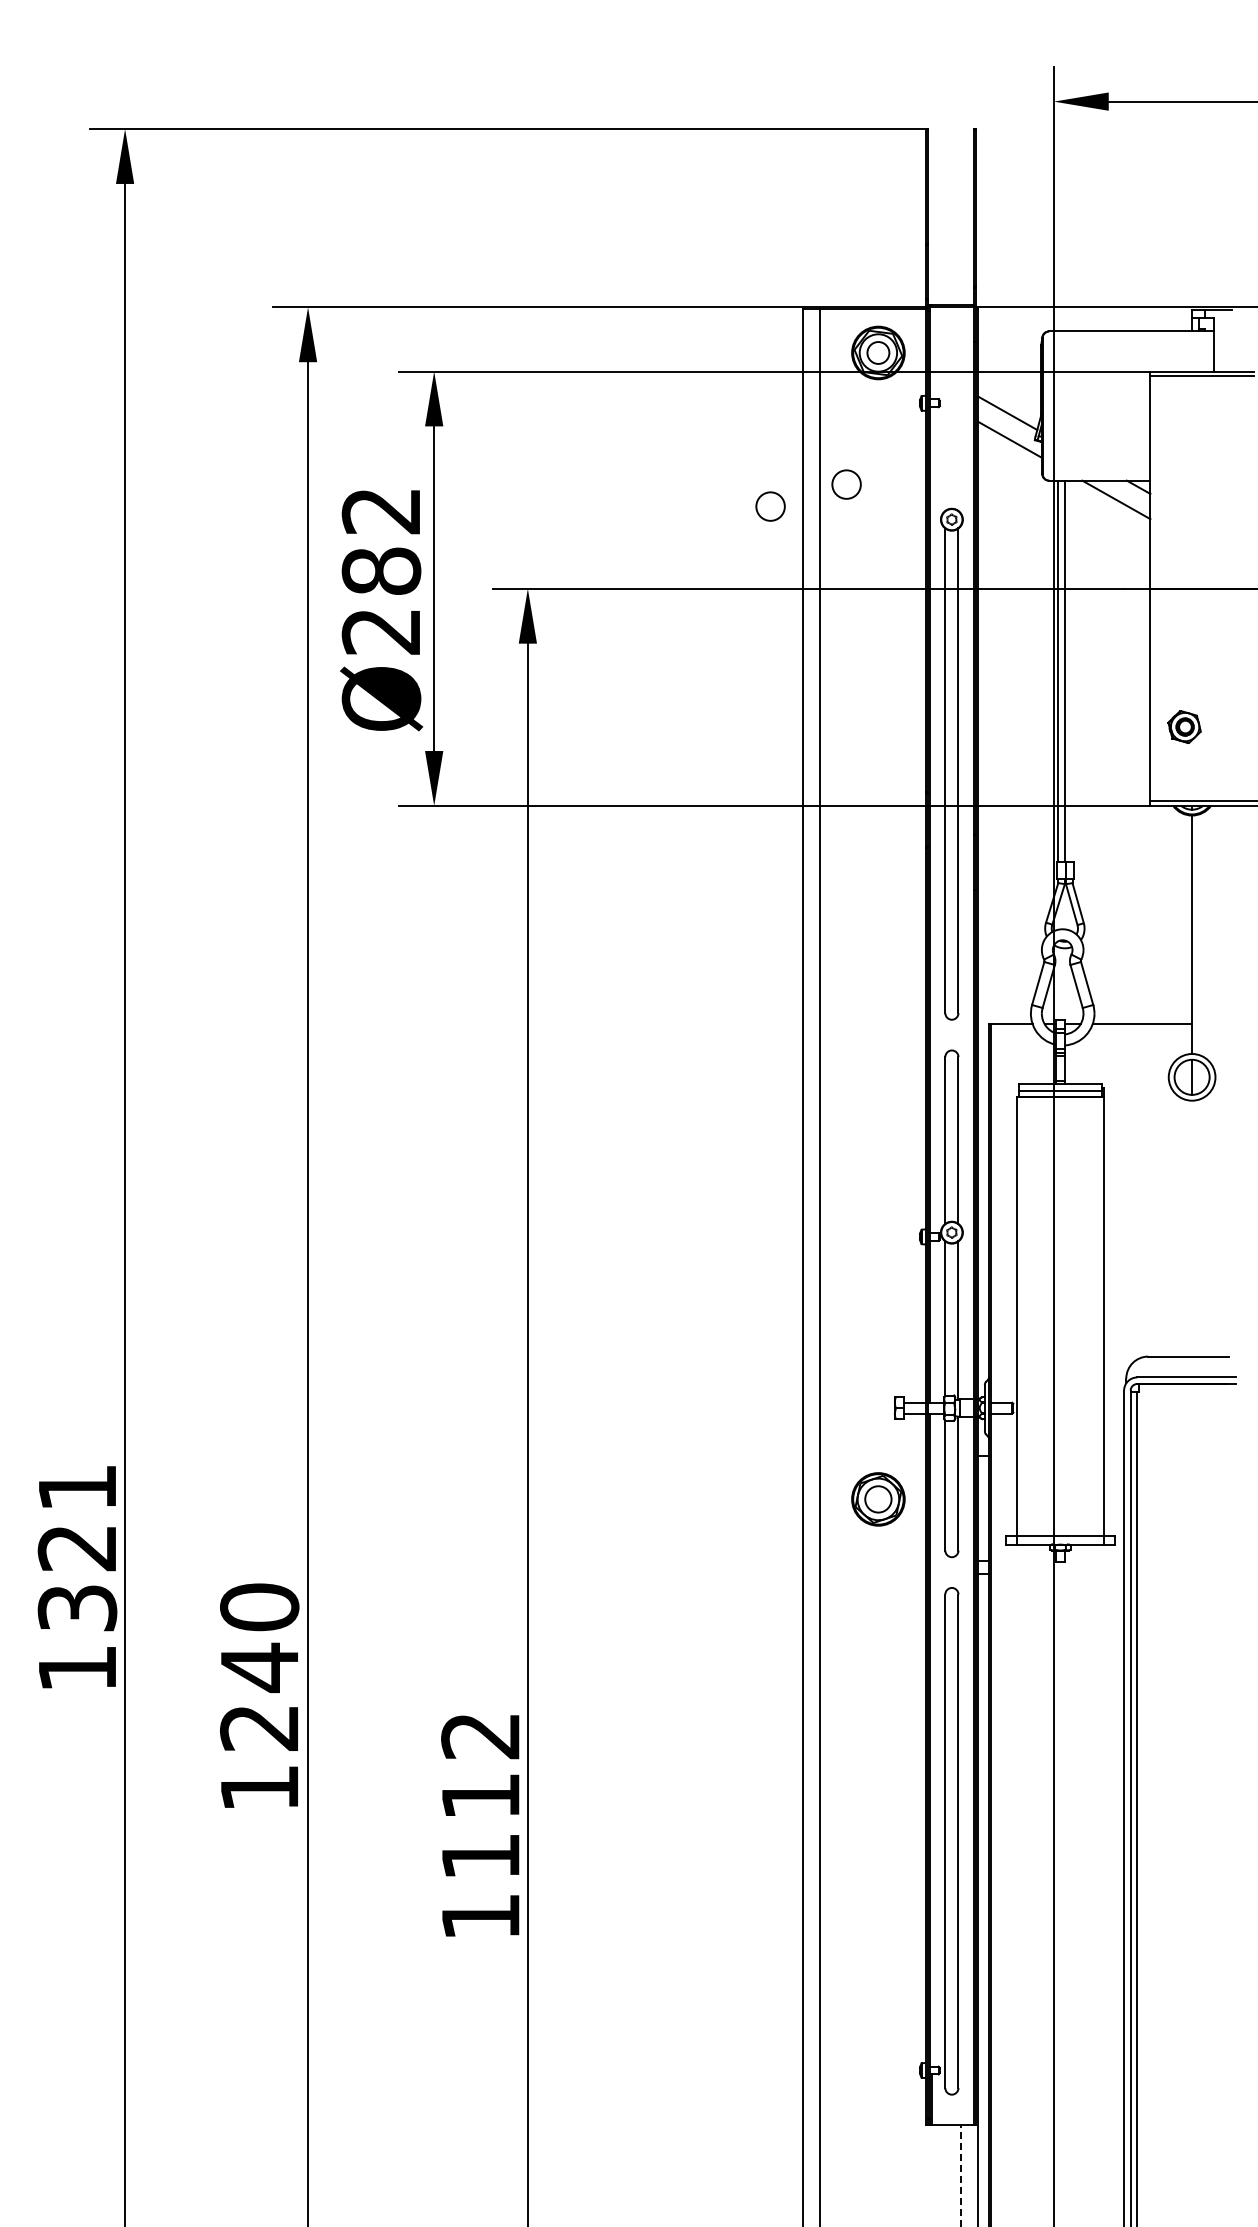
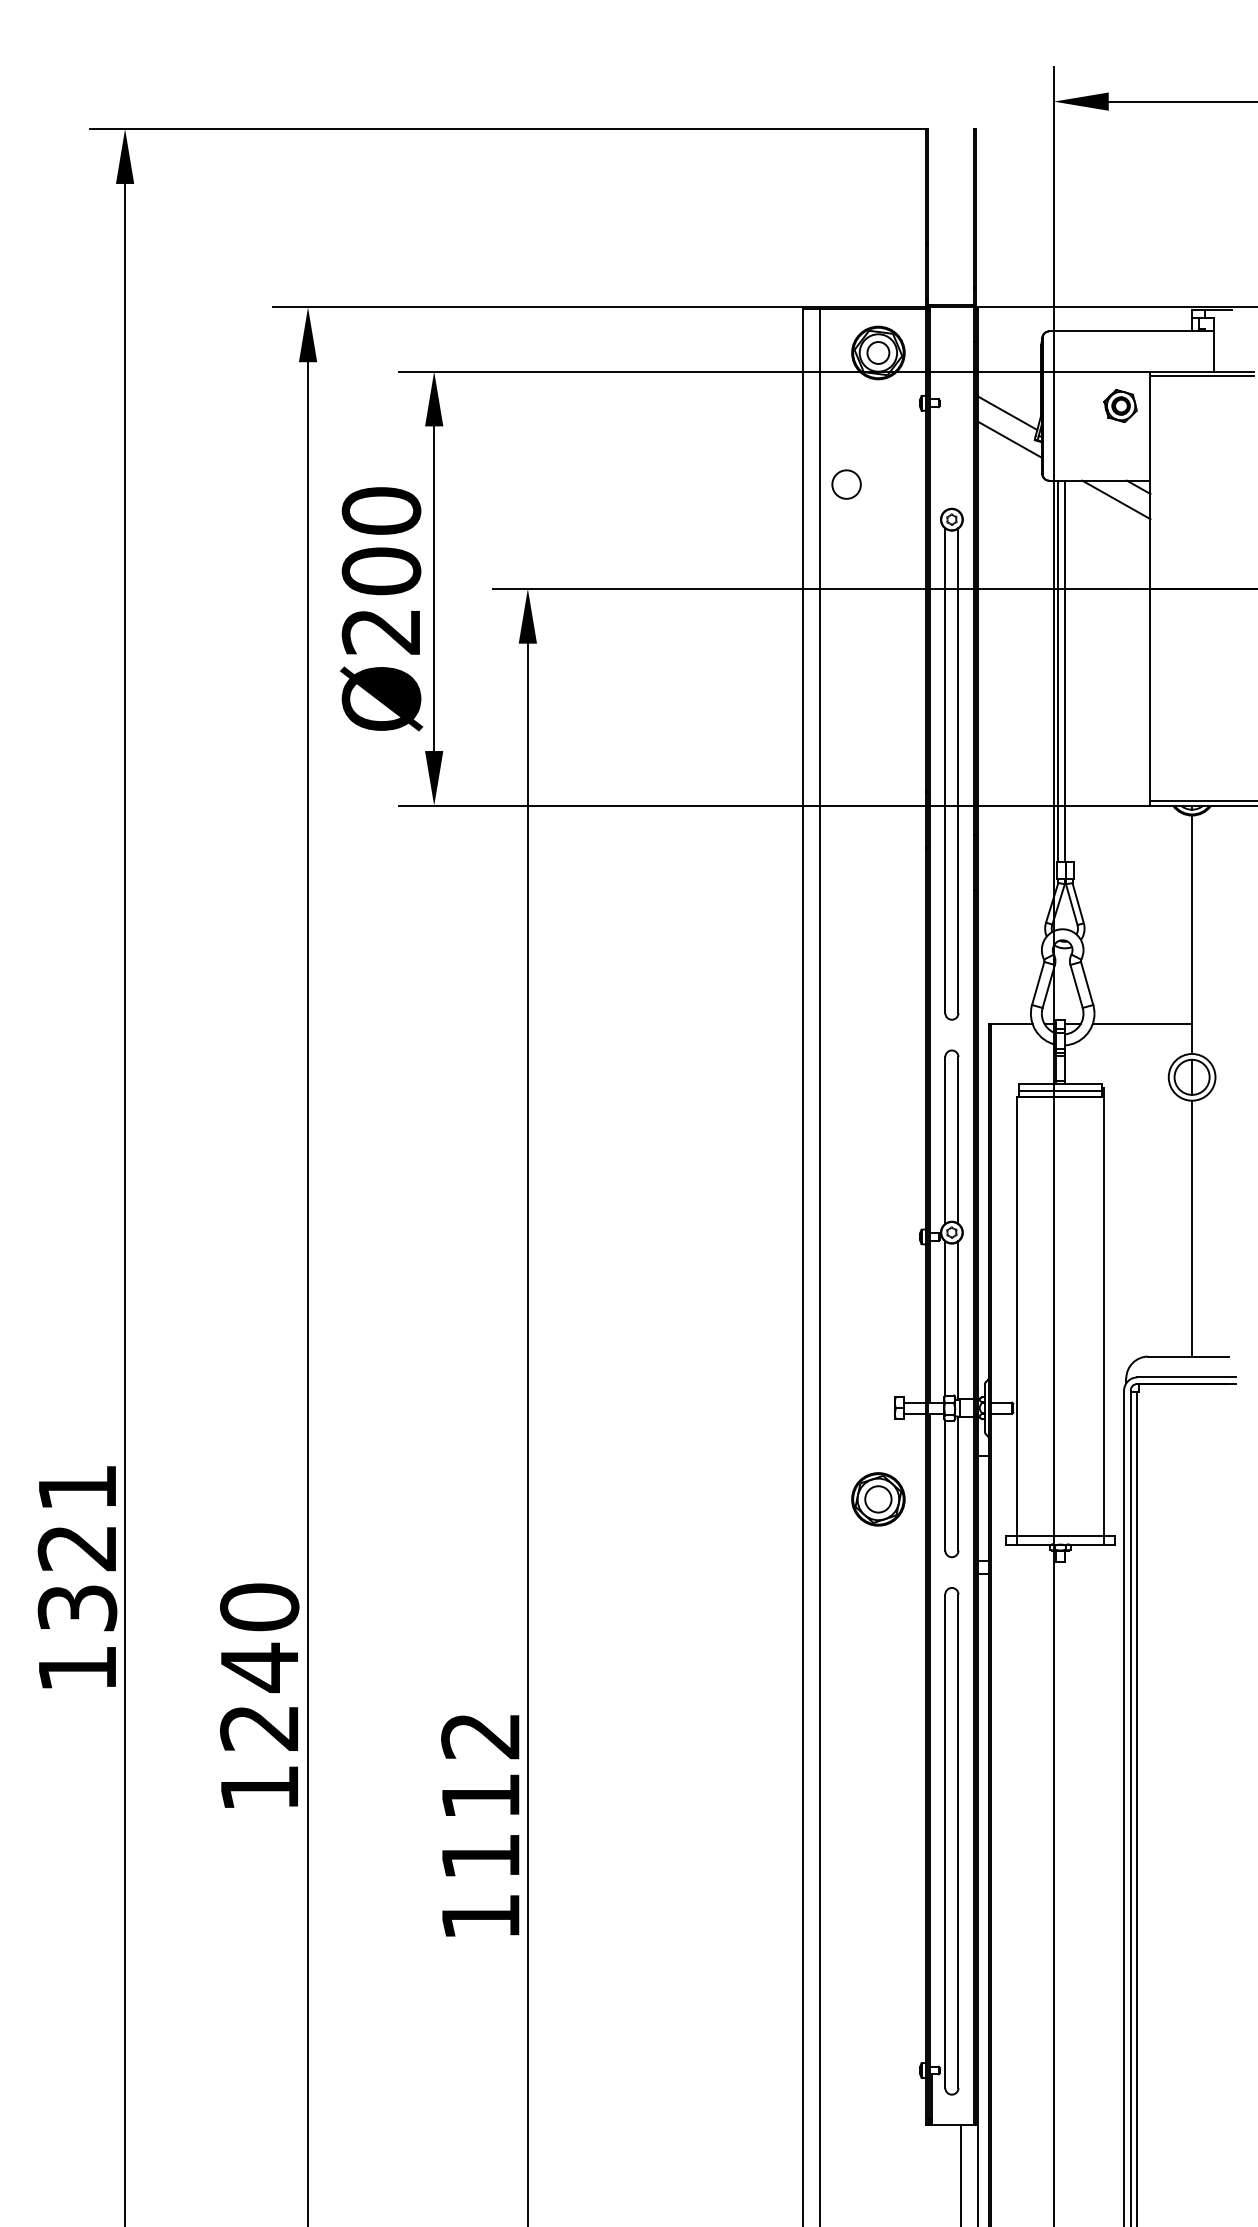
circle at (770, 506): present -> none
text at (381, 541): Ø282 -> Ø200
part at (1184, 726) position: (1184, 726) -> (1120, 405)
line at (1192, 1228): none -> present
line at (960, 2175): dashed -> solid
